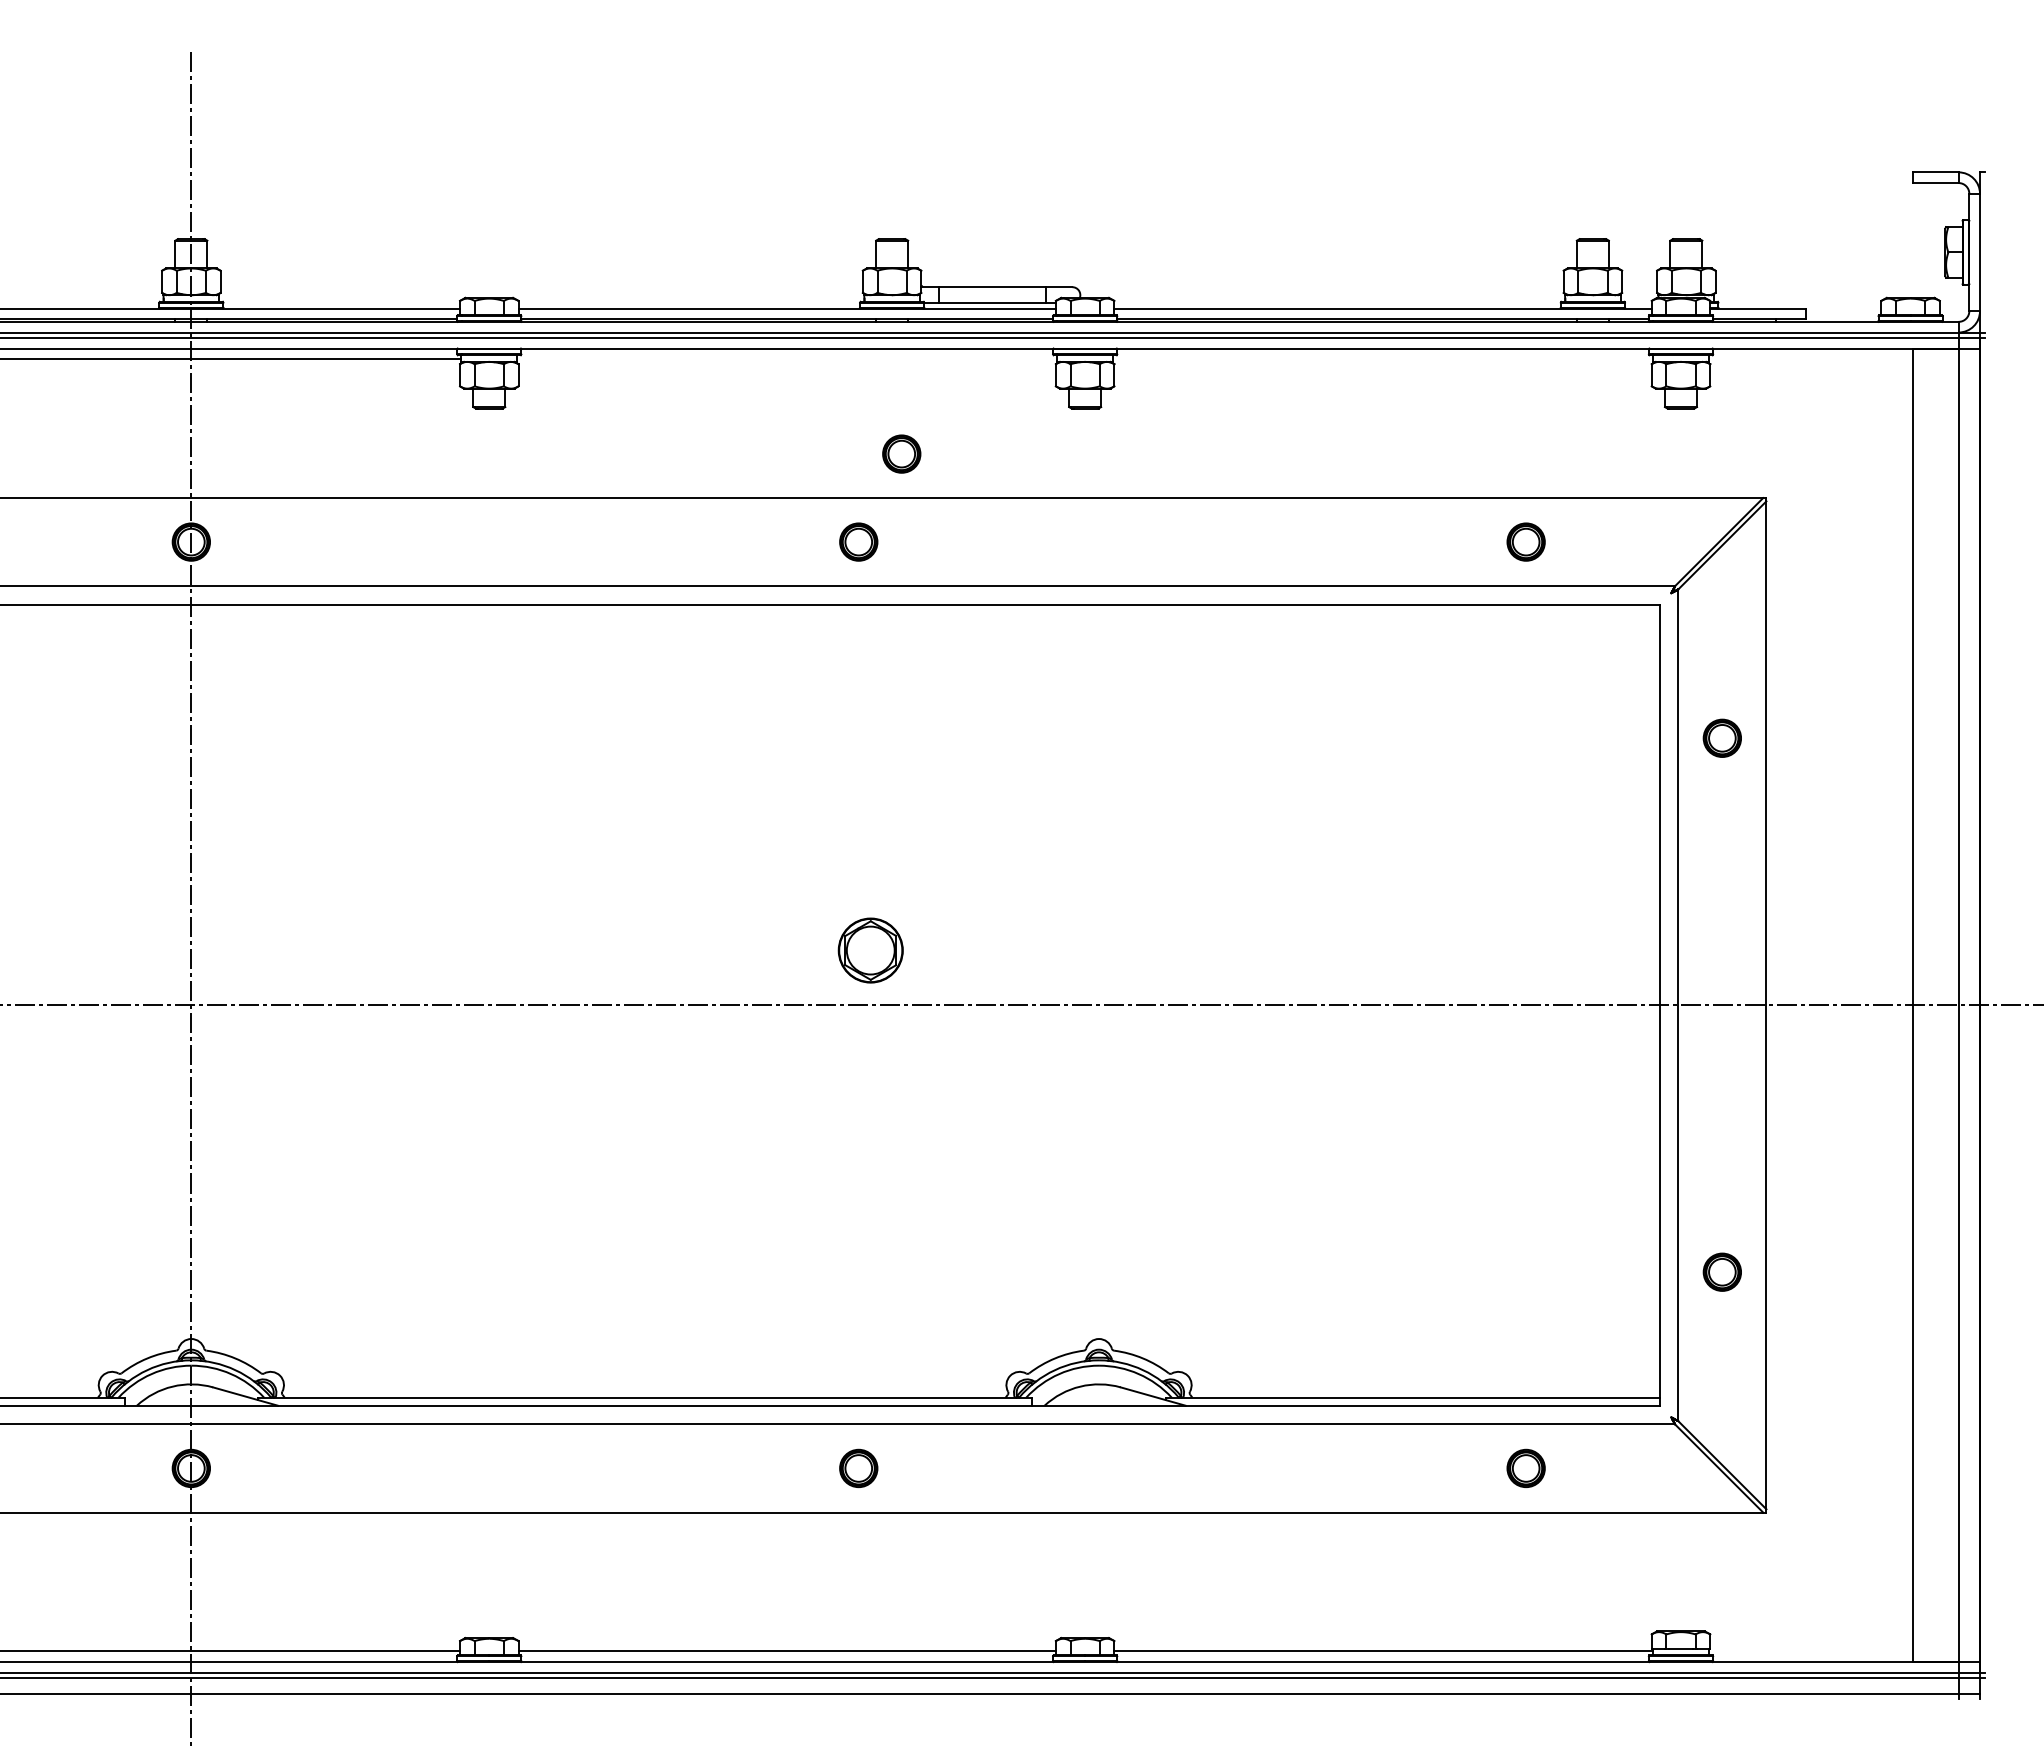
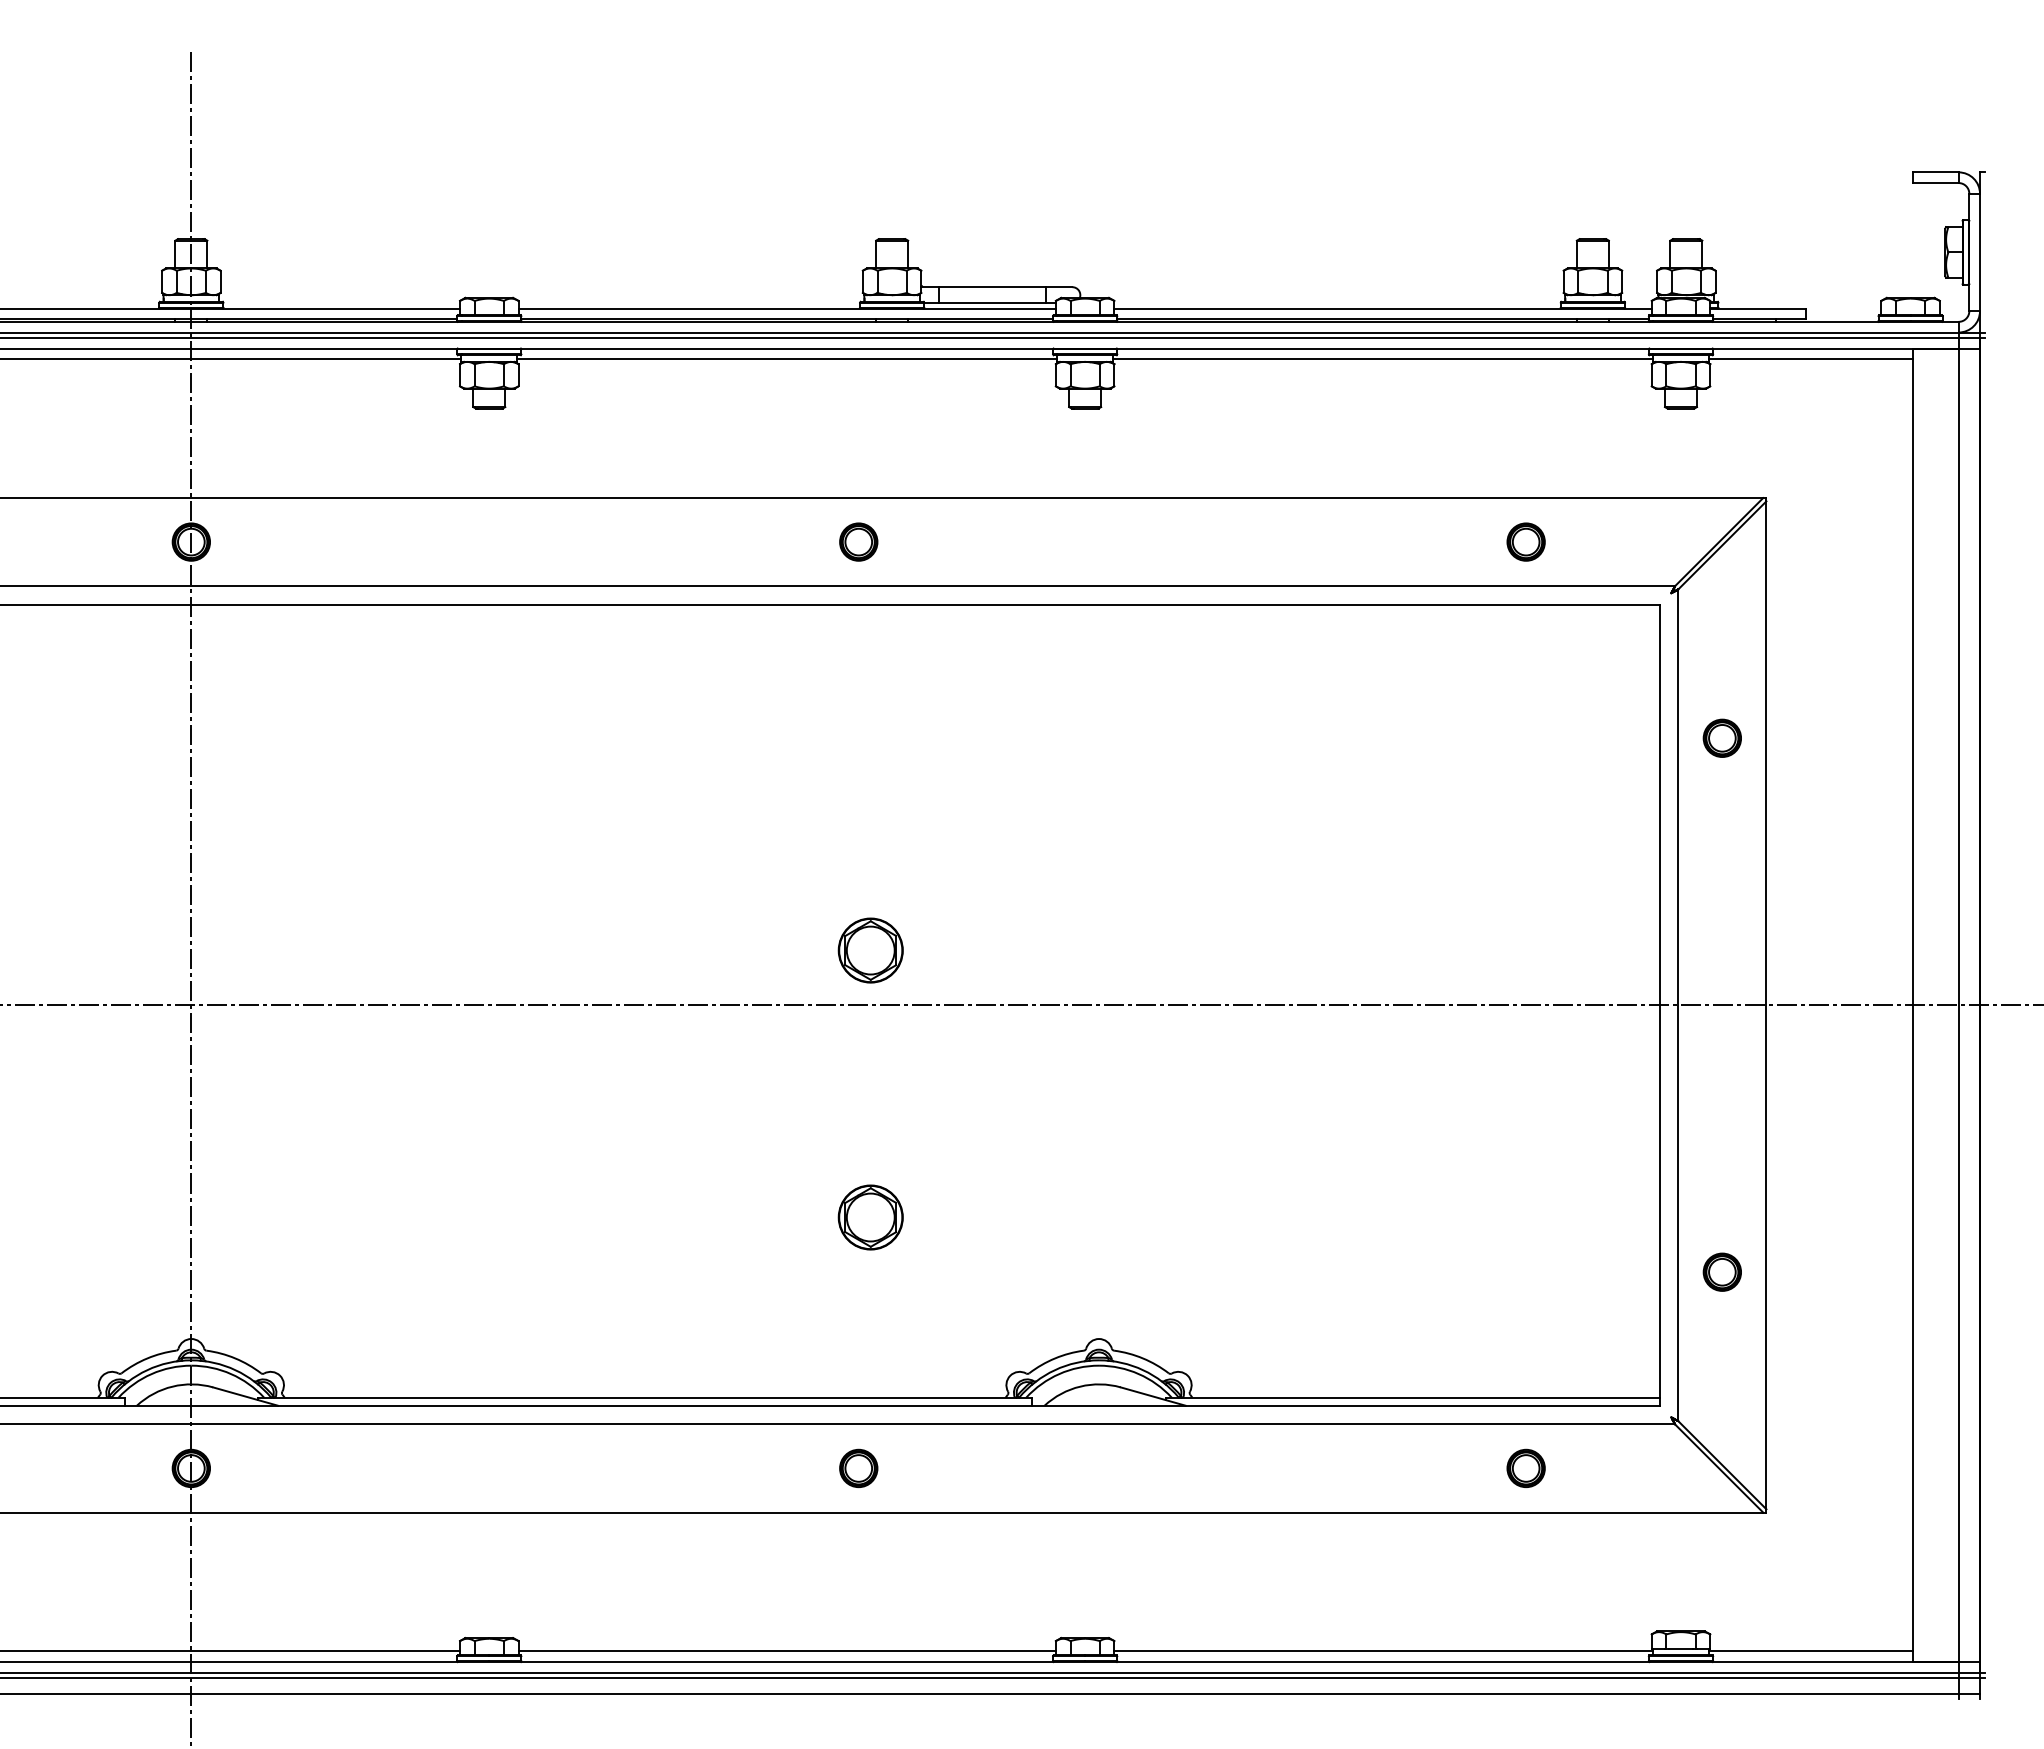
line at (787, 359): none -> present
line at (1382, 359): none -> present
line at (1811, 359): none -> present
part at (901, 453): present -> none
part at (870, 1217): none -> present
line at (1811, 1651): none -> present
